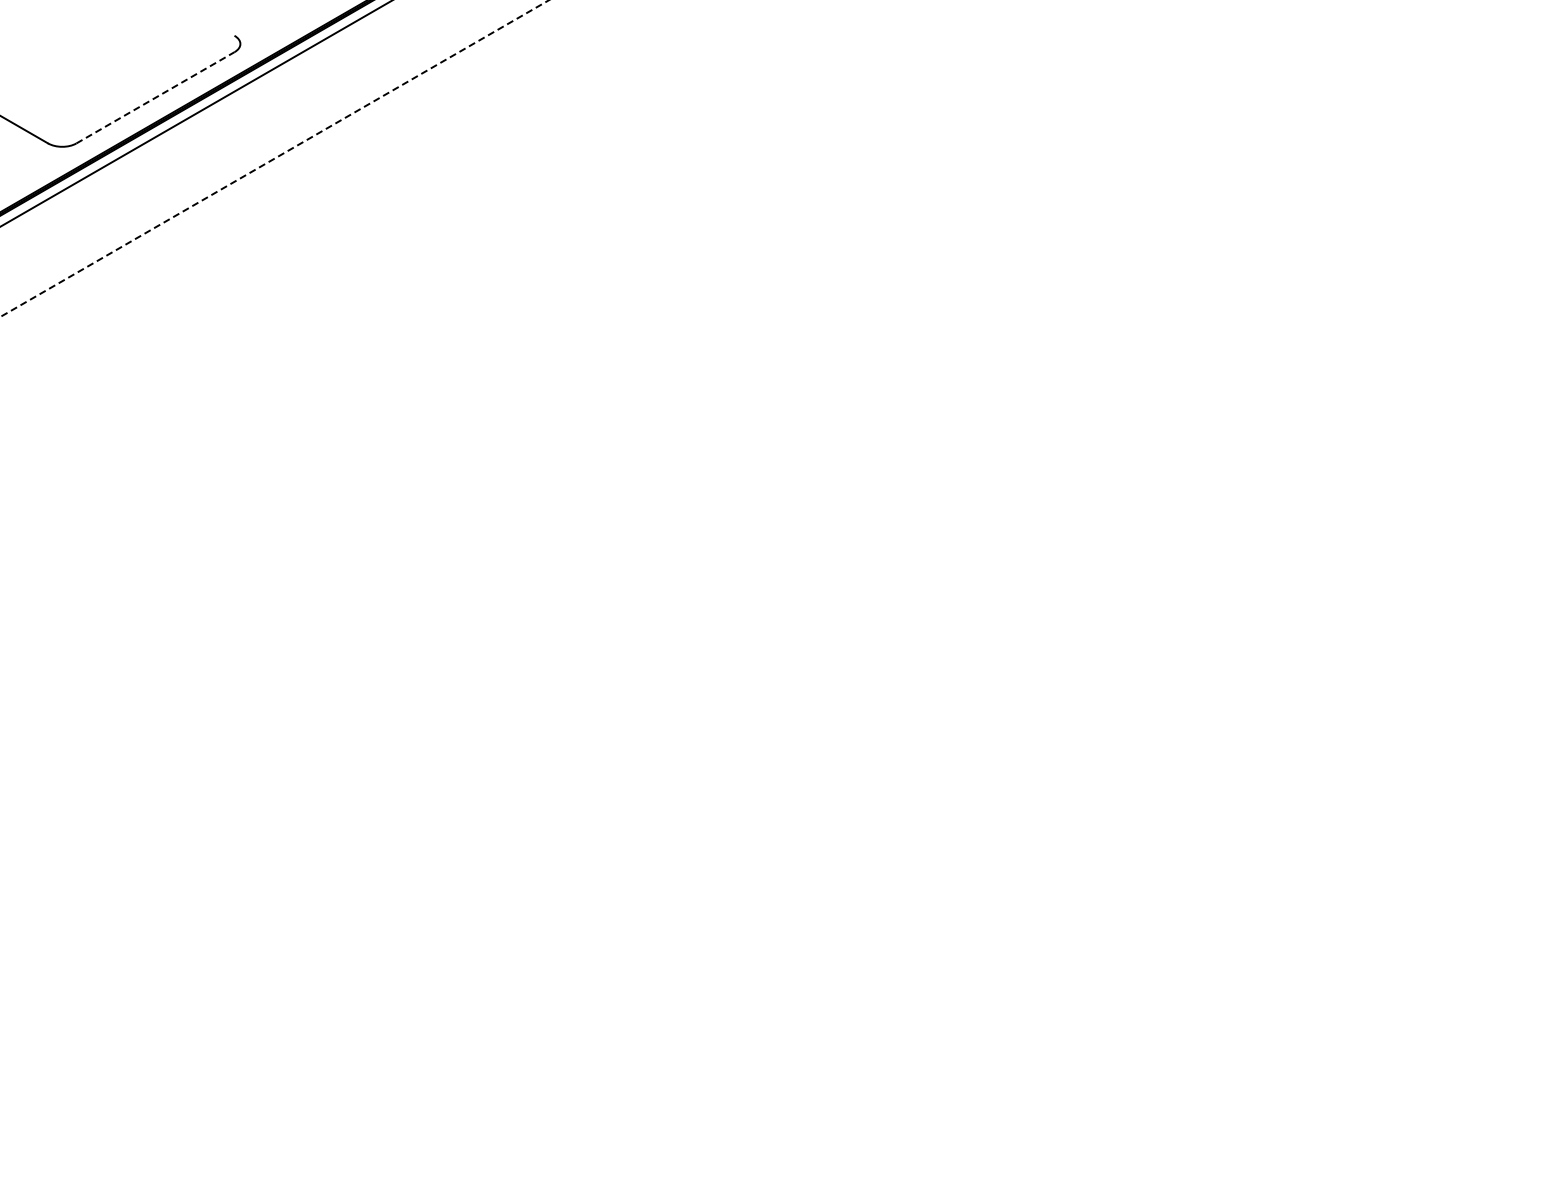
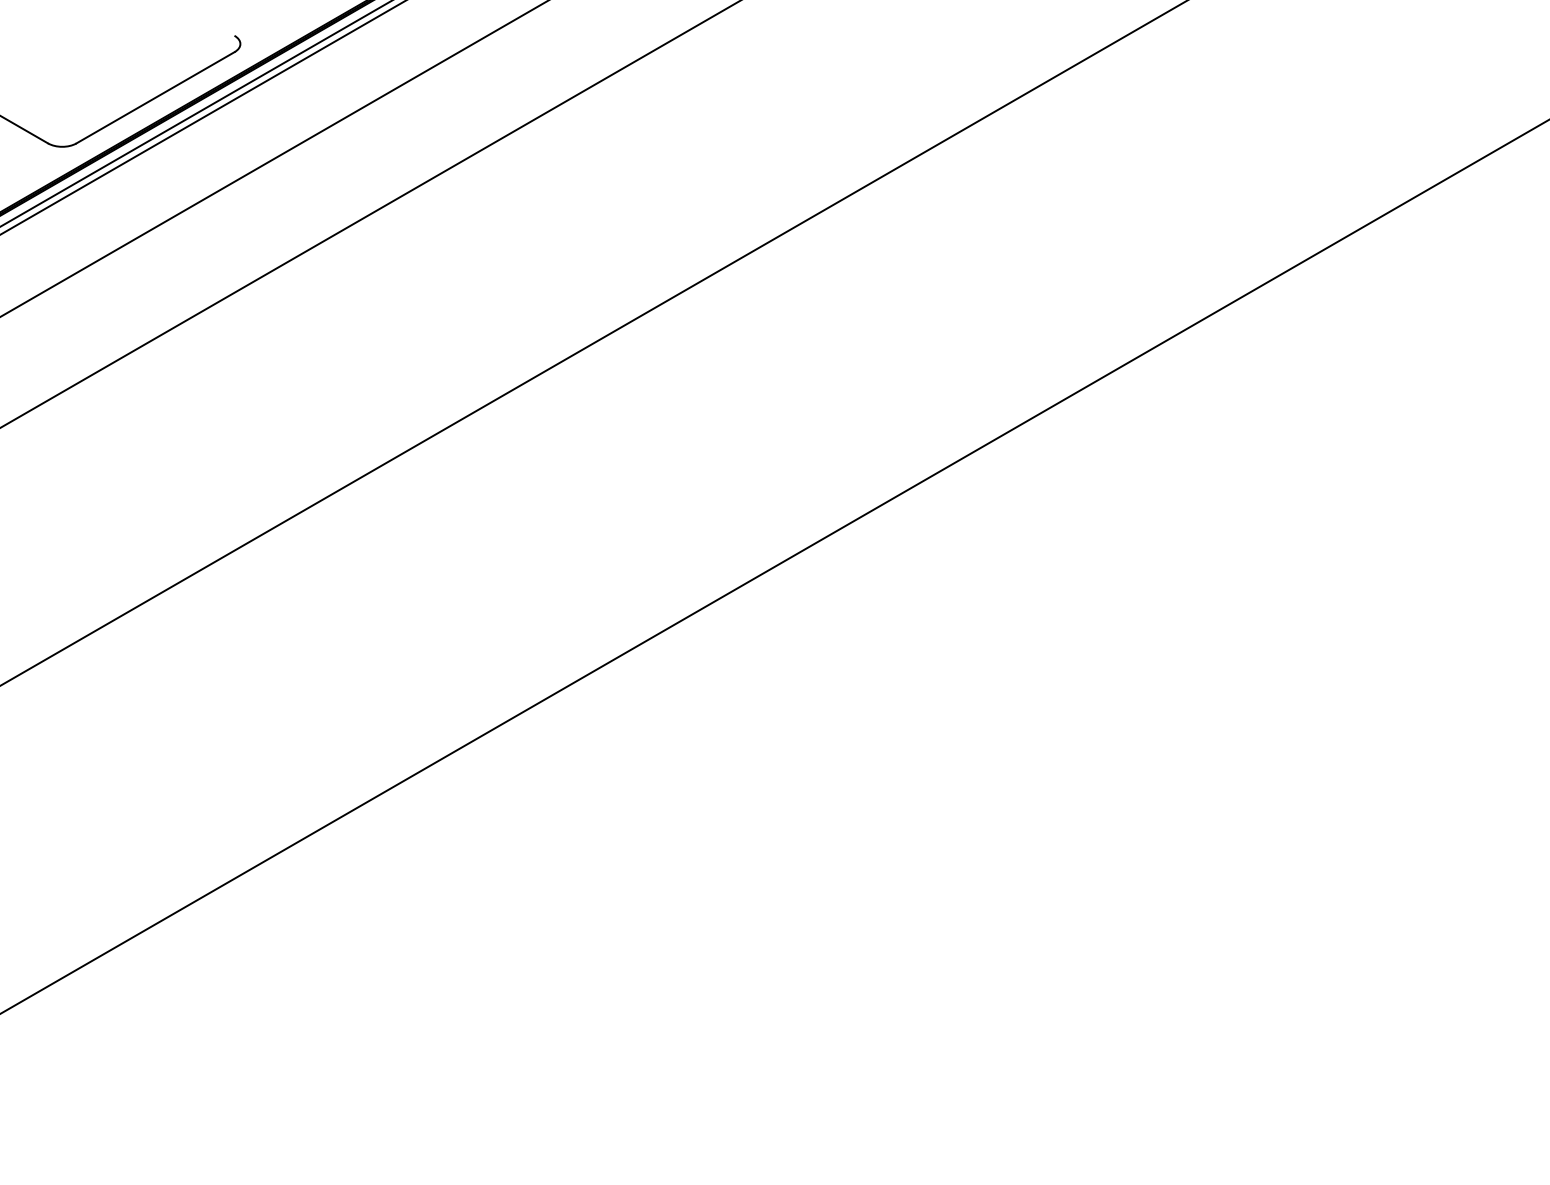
line at (155, 97): dashed -> solid
line at (202, 117): none -> present
line at (274, 158): dashed -> solid
line at (369, 214): none -> present
line at (593, 343): none -> present
line at (774, 566): none -> present
